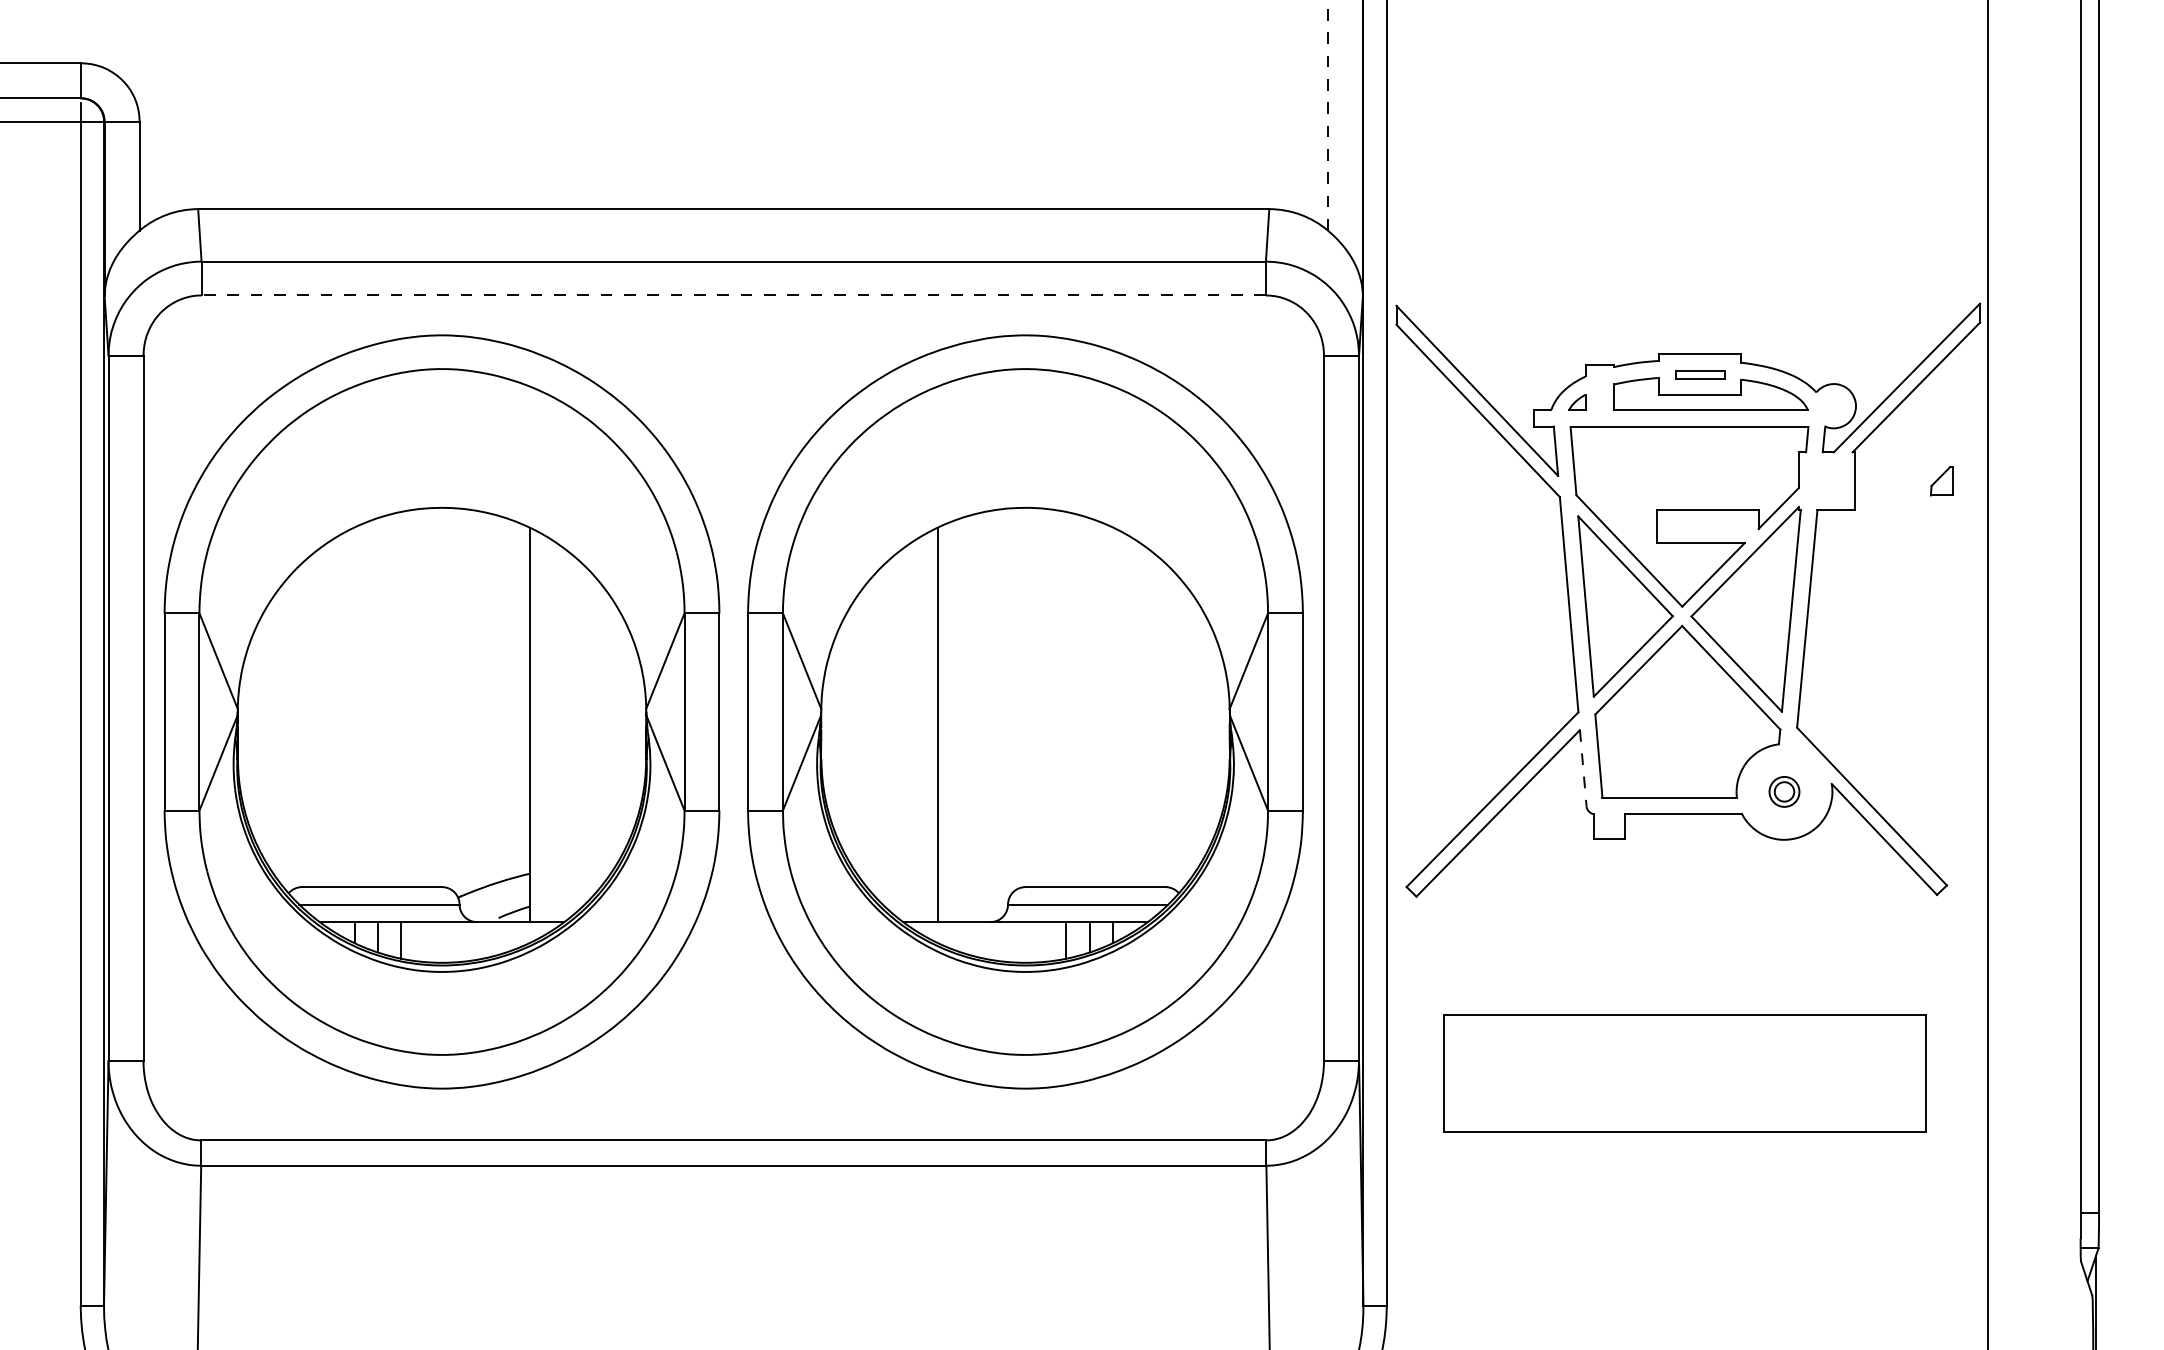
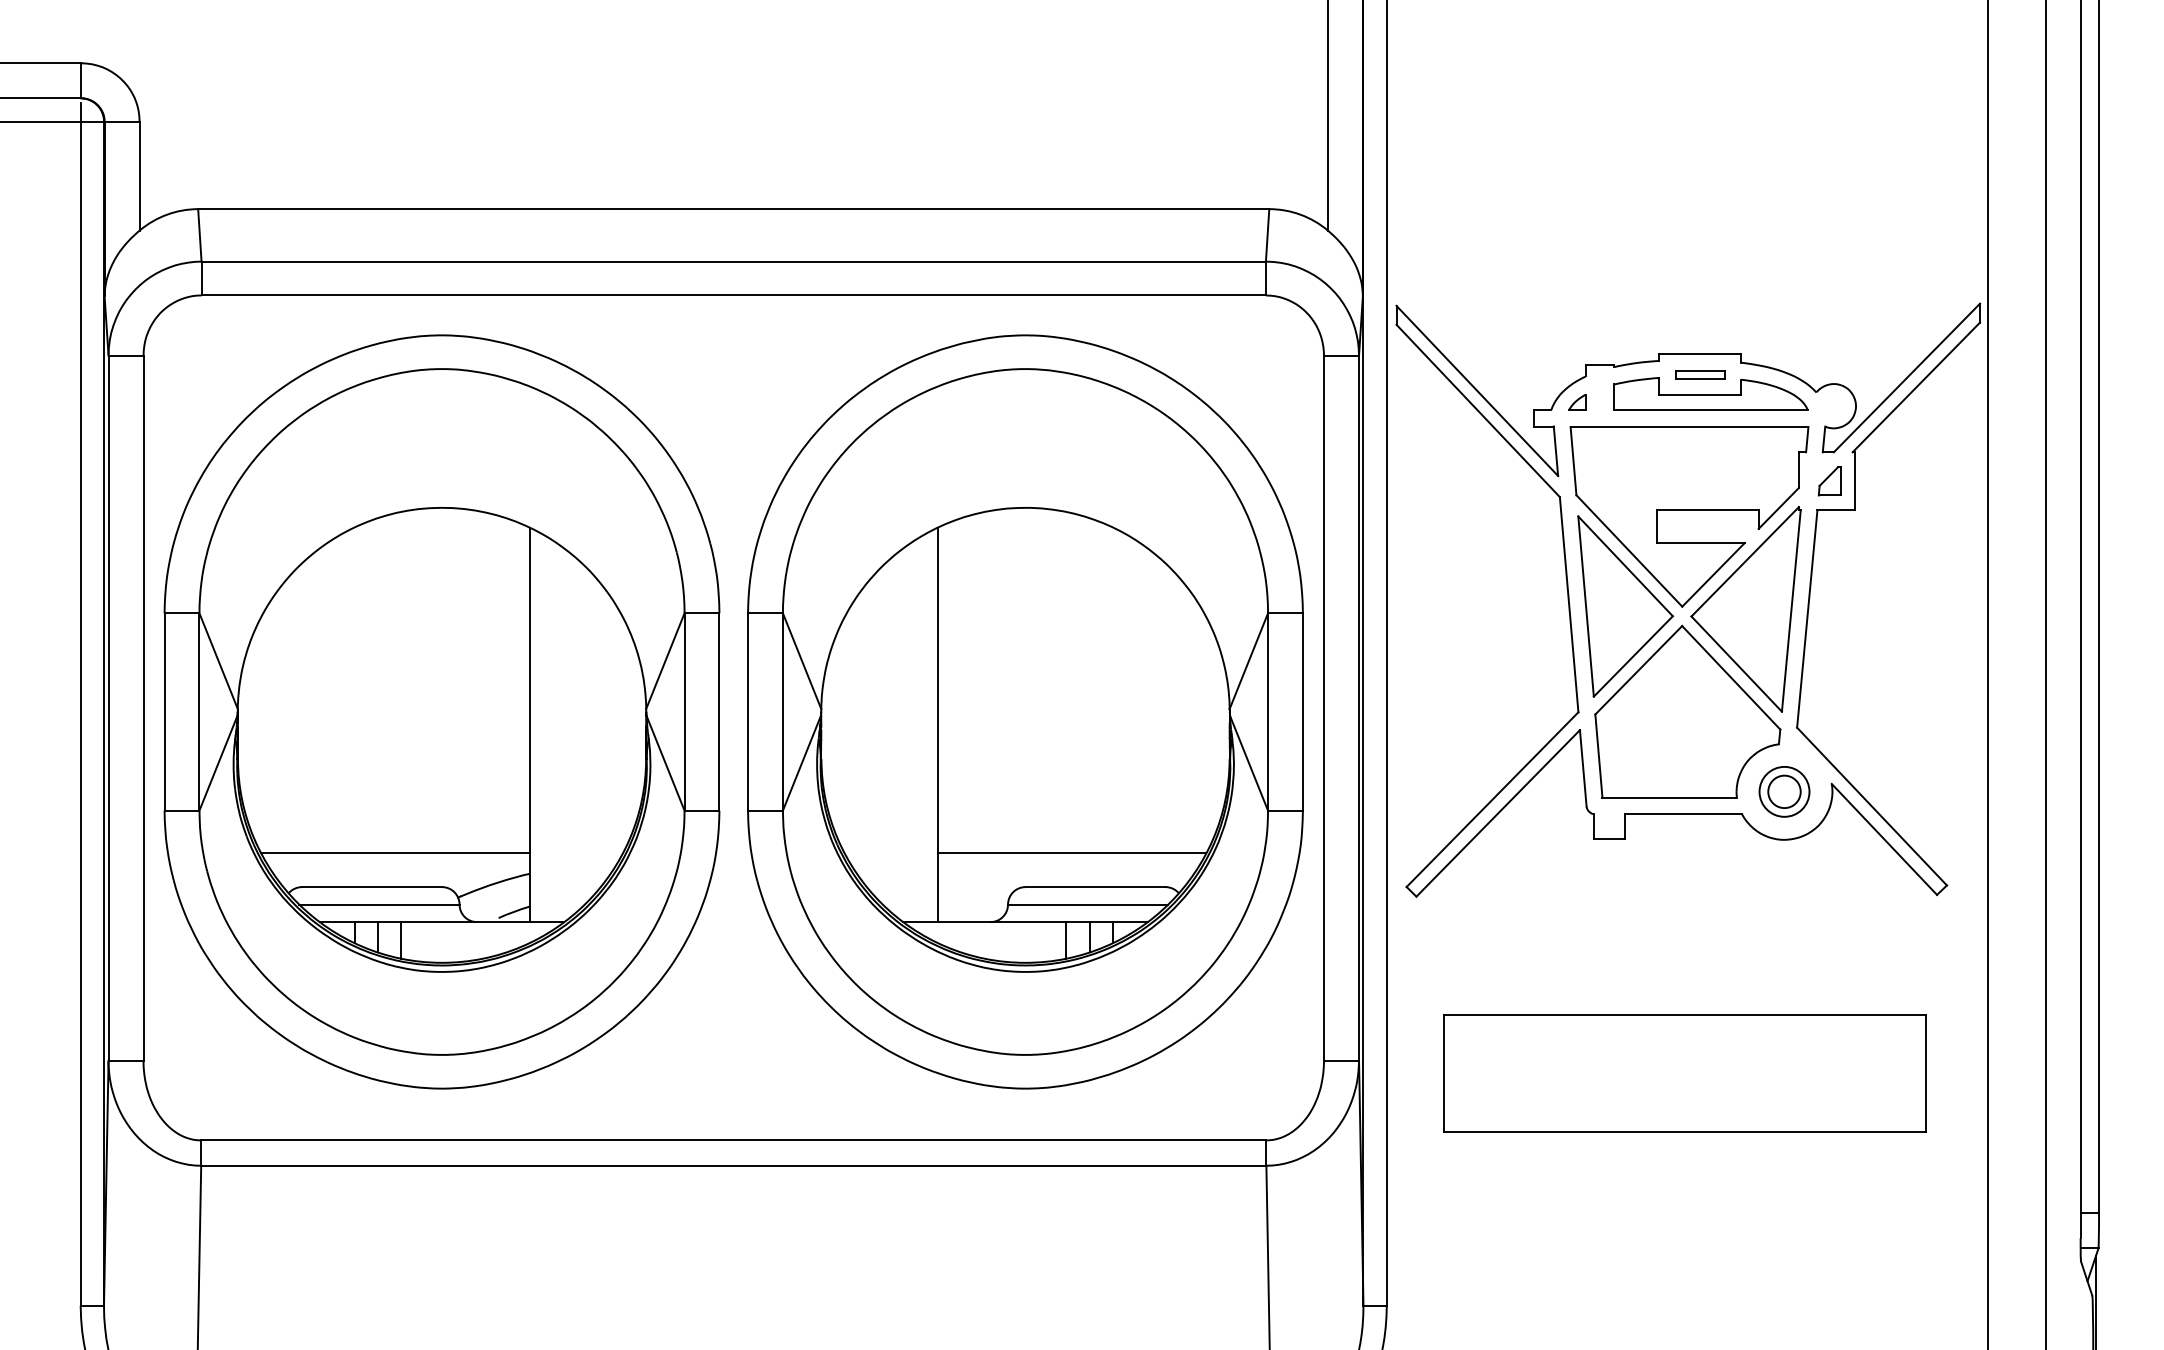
line at (1327, 115): dashed -> solid
line at (733, 295): dashed -> solid
part at (1941, 481) position: (1941, 481) -> (1829, 481)
line at (2046, 674): none -> present
line at (1583, 768): dashed -> solid
part at (1784, 791) size: 33x32 px -> 53x52 px
line at (395, 853): none -> present
line at (1072, 853): none -> present
